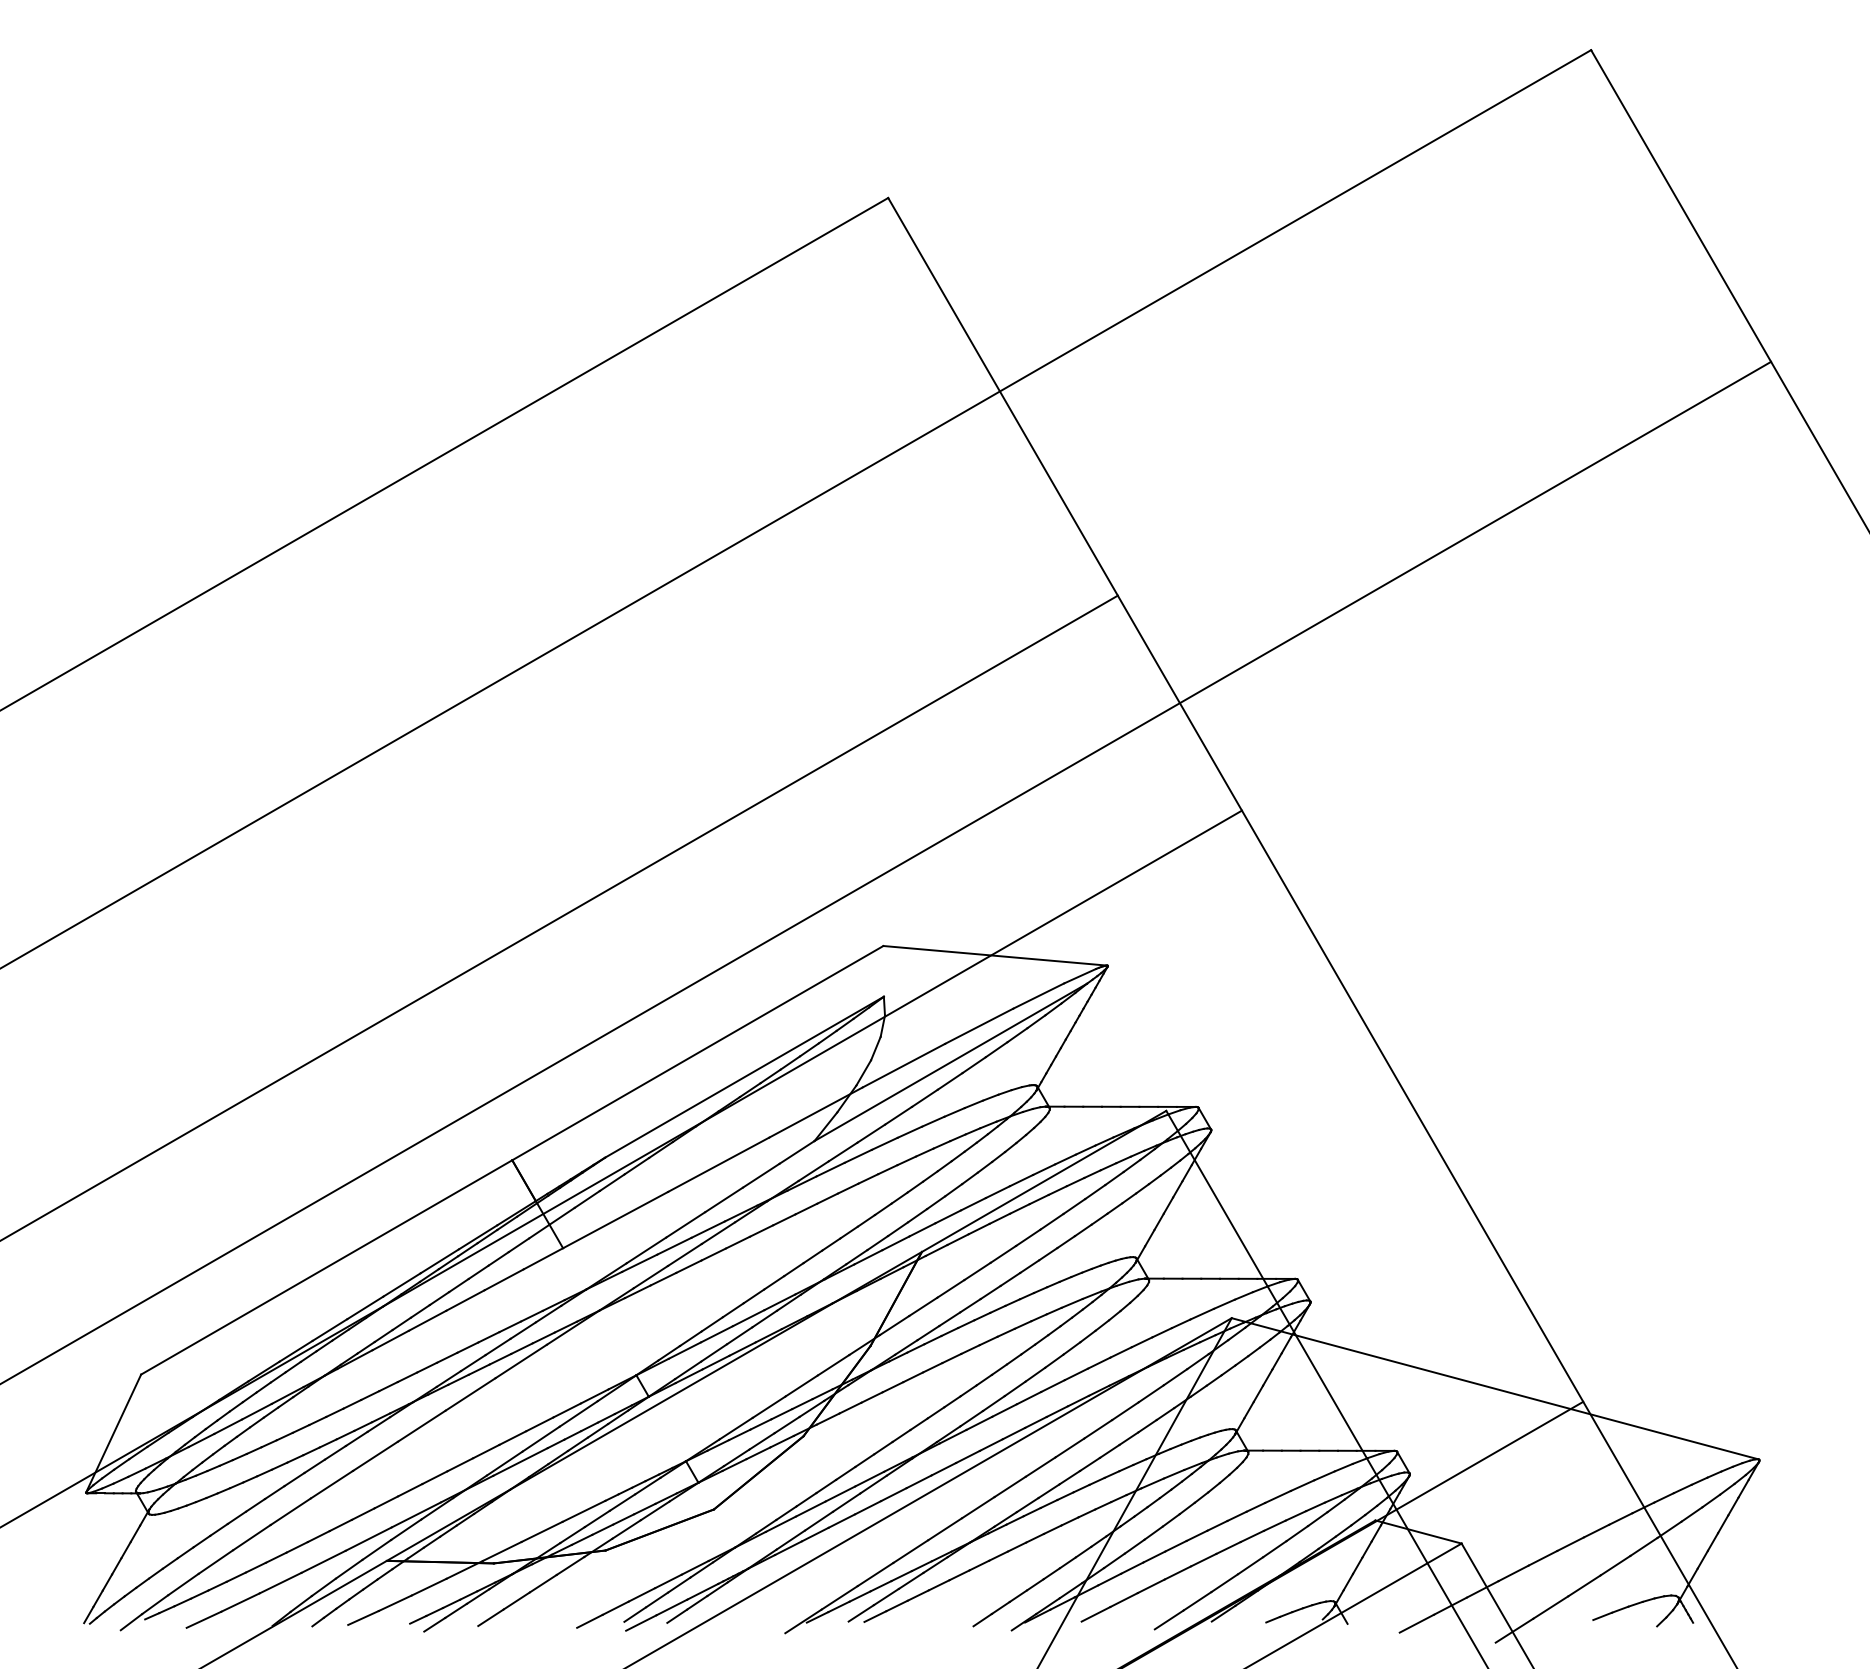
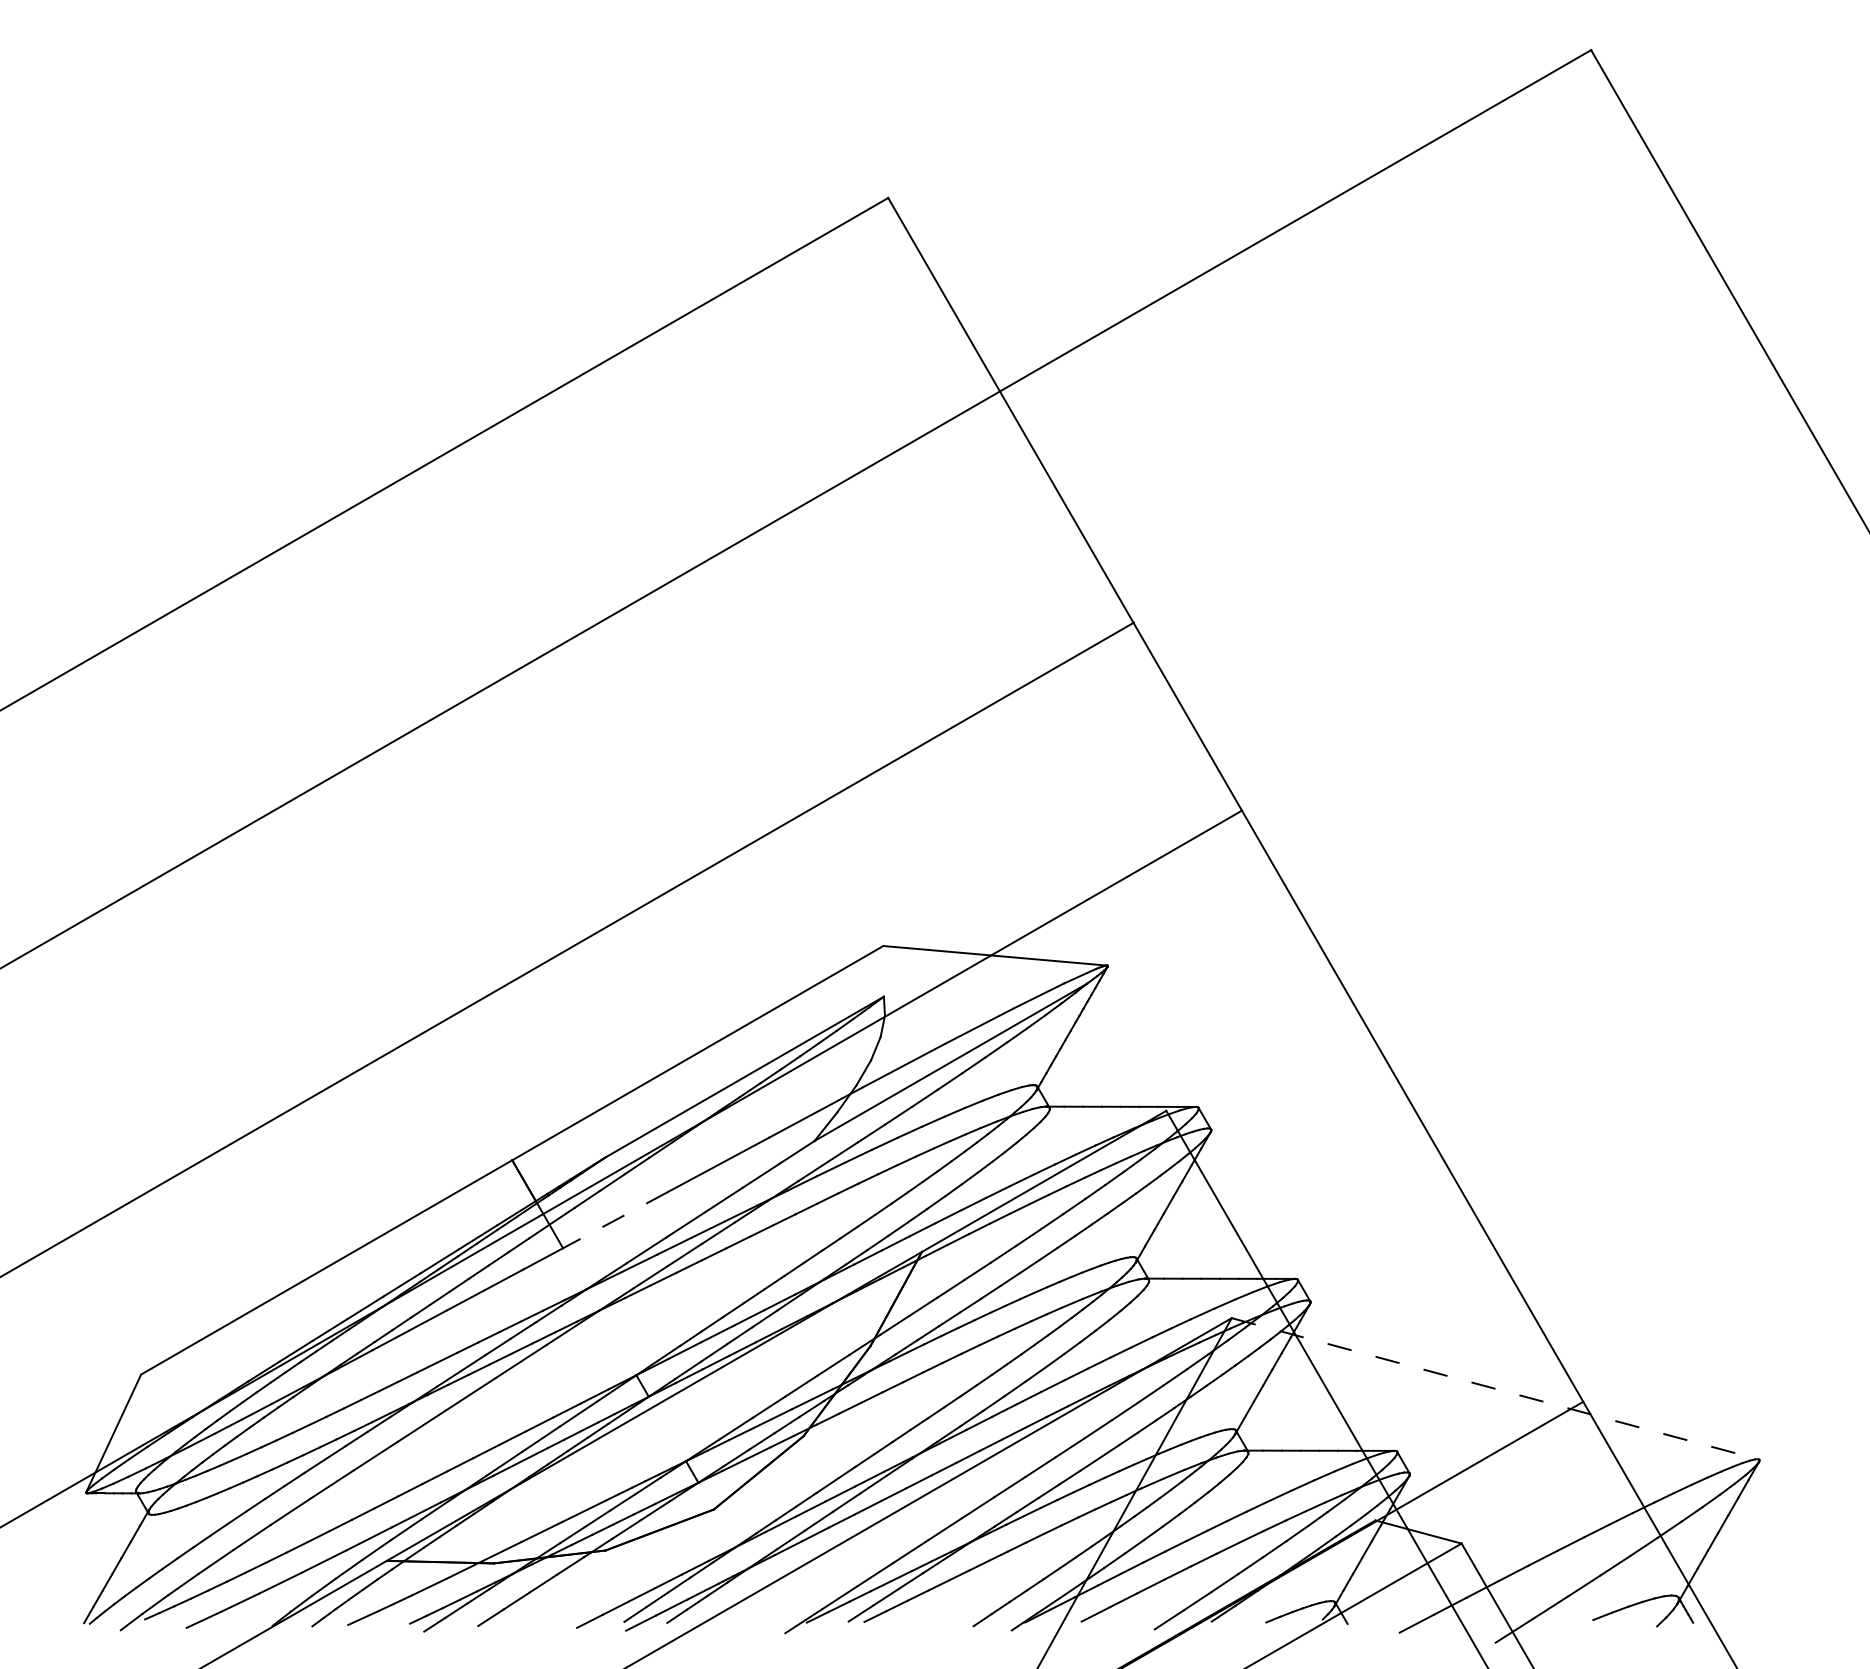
line at (886, 872): present -> none
line at (559, 917) position: (559, 917) -> (567, 948)
line at (615, 1220): solid -> dashed
line at (1495, 1388): solid -> dashed
